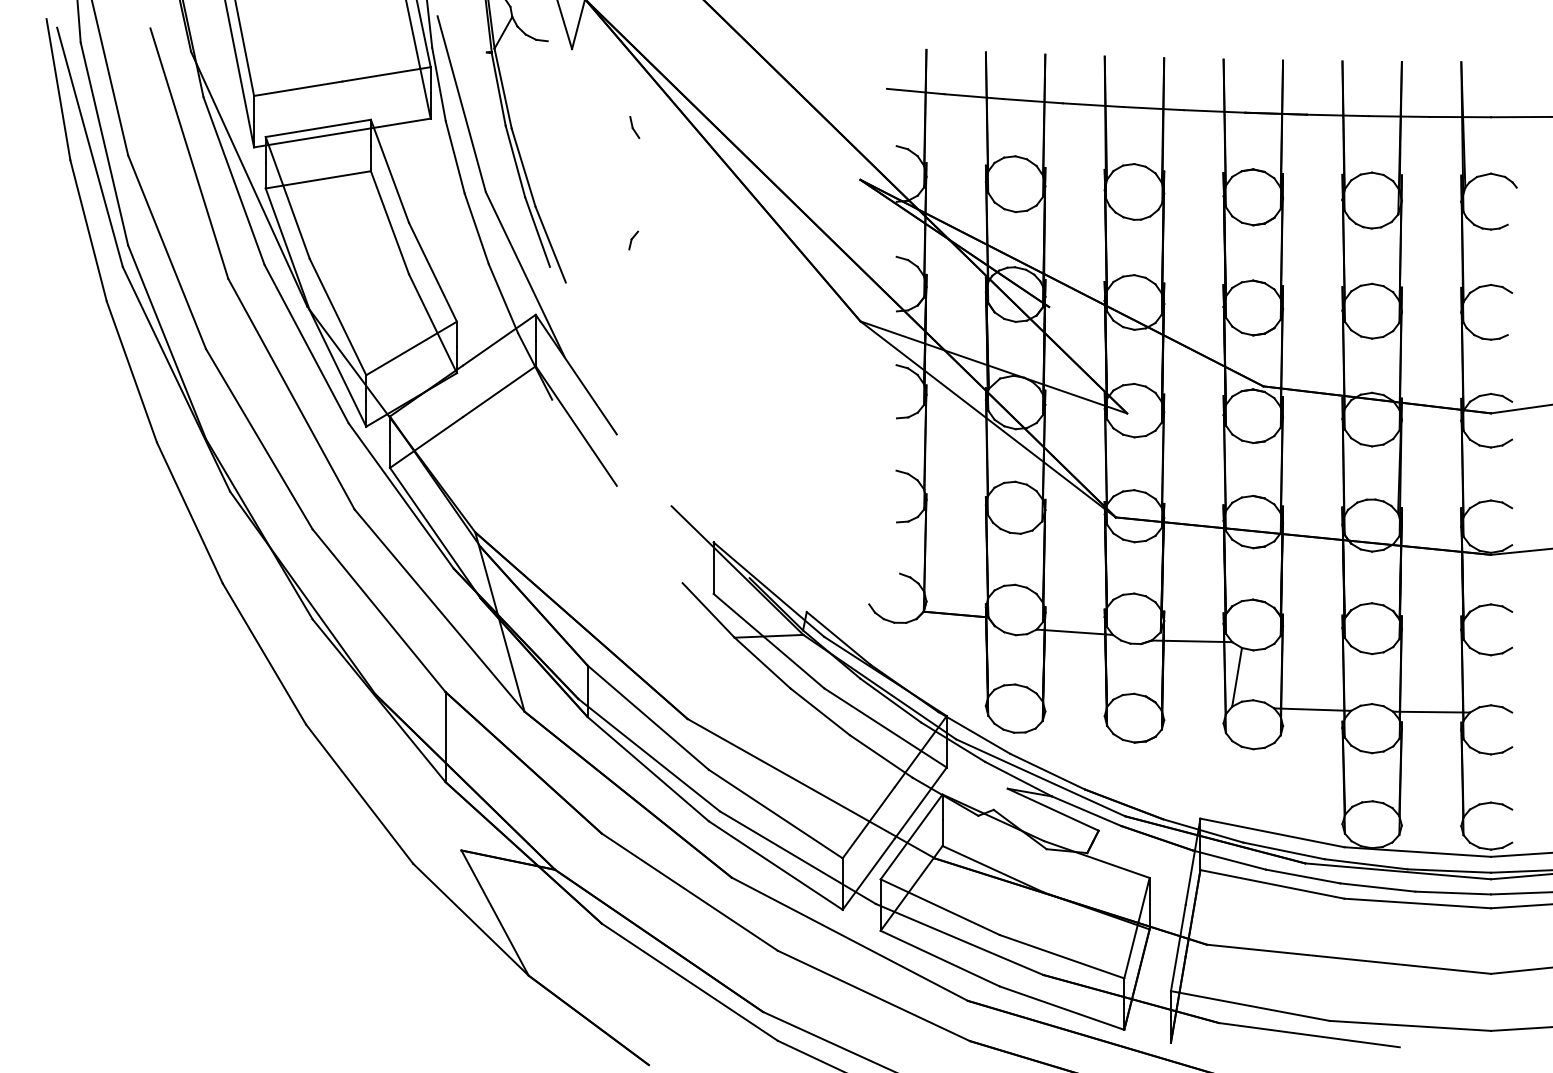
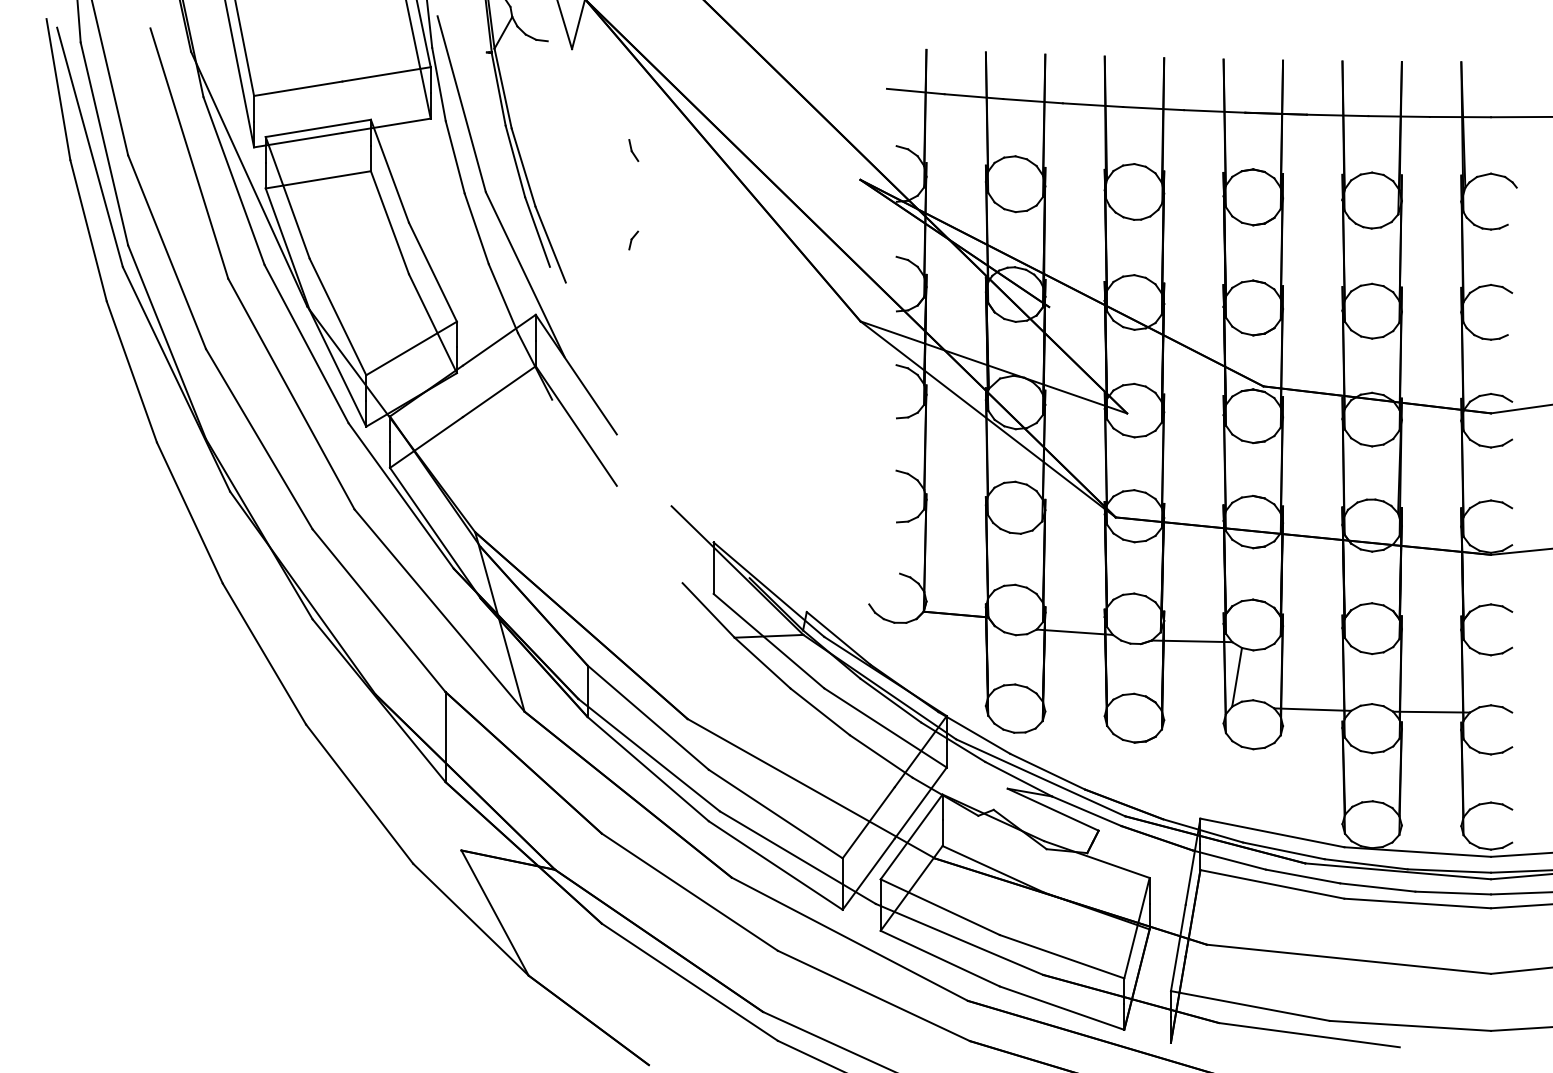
part at (634, 127) position: (634, 127) -> (633, 150)
